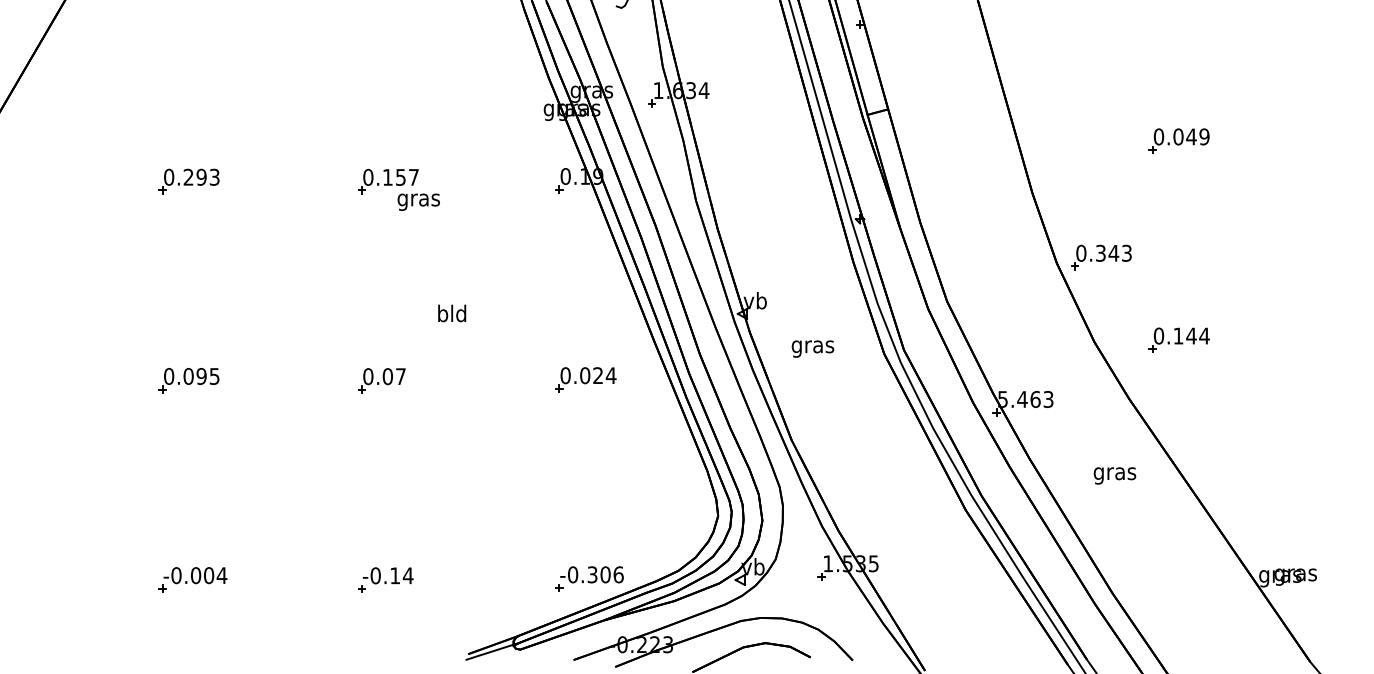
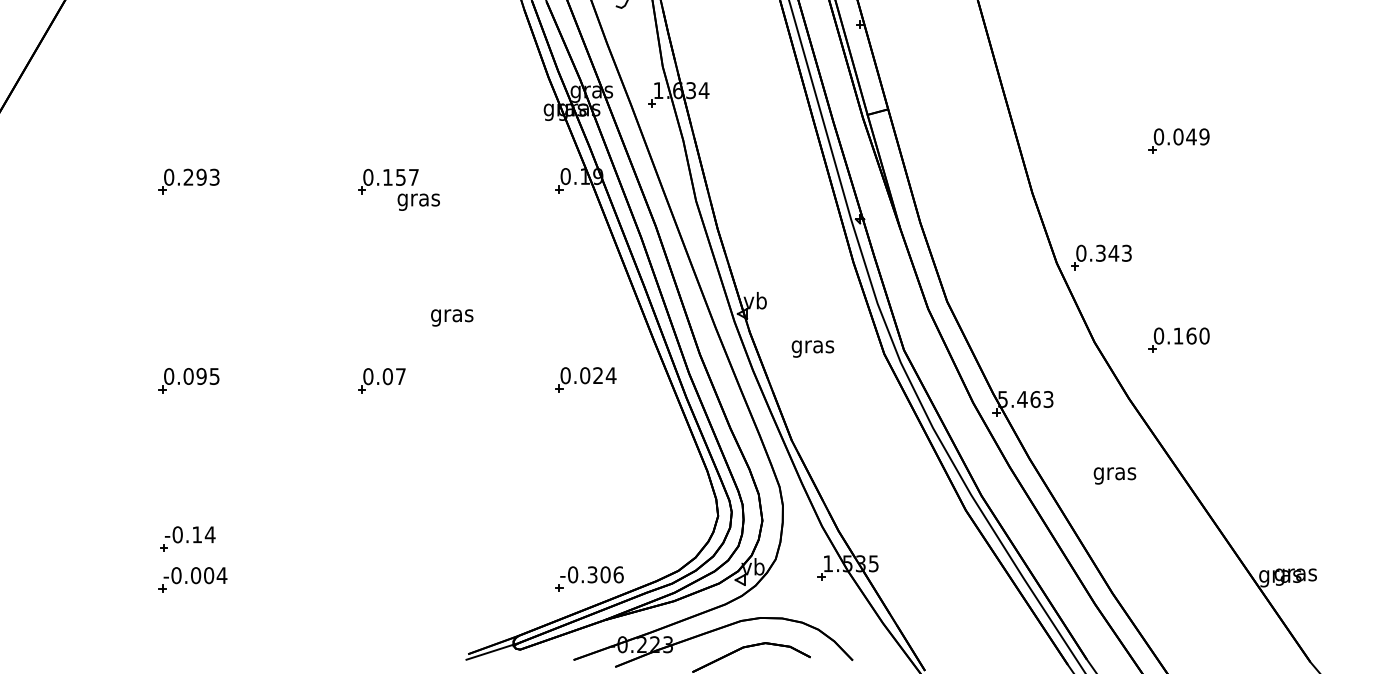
text at (452, 315): bld -> gras
text at (1197, 335): 0.144 -> 0.160
part at (385, 579) position: (385, 579) -> (187, 538)
